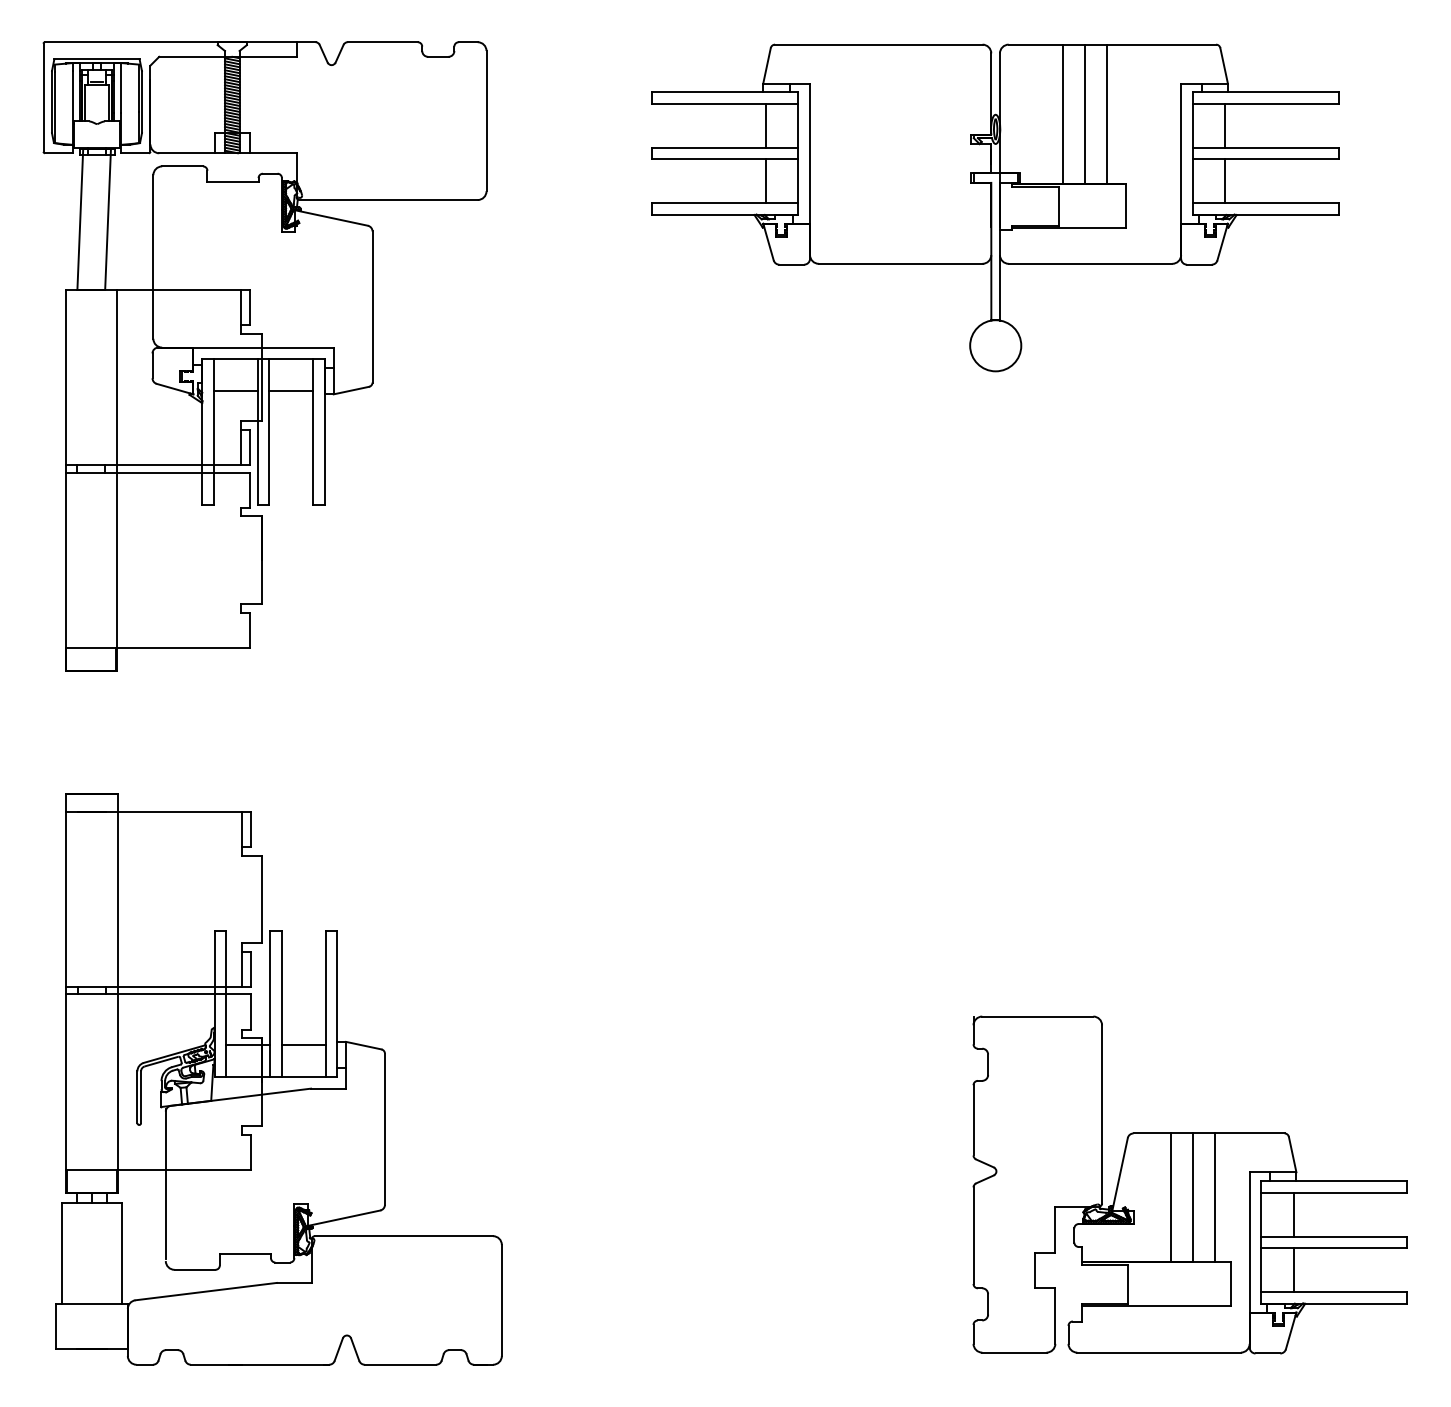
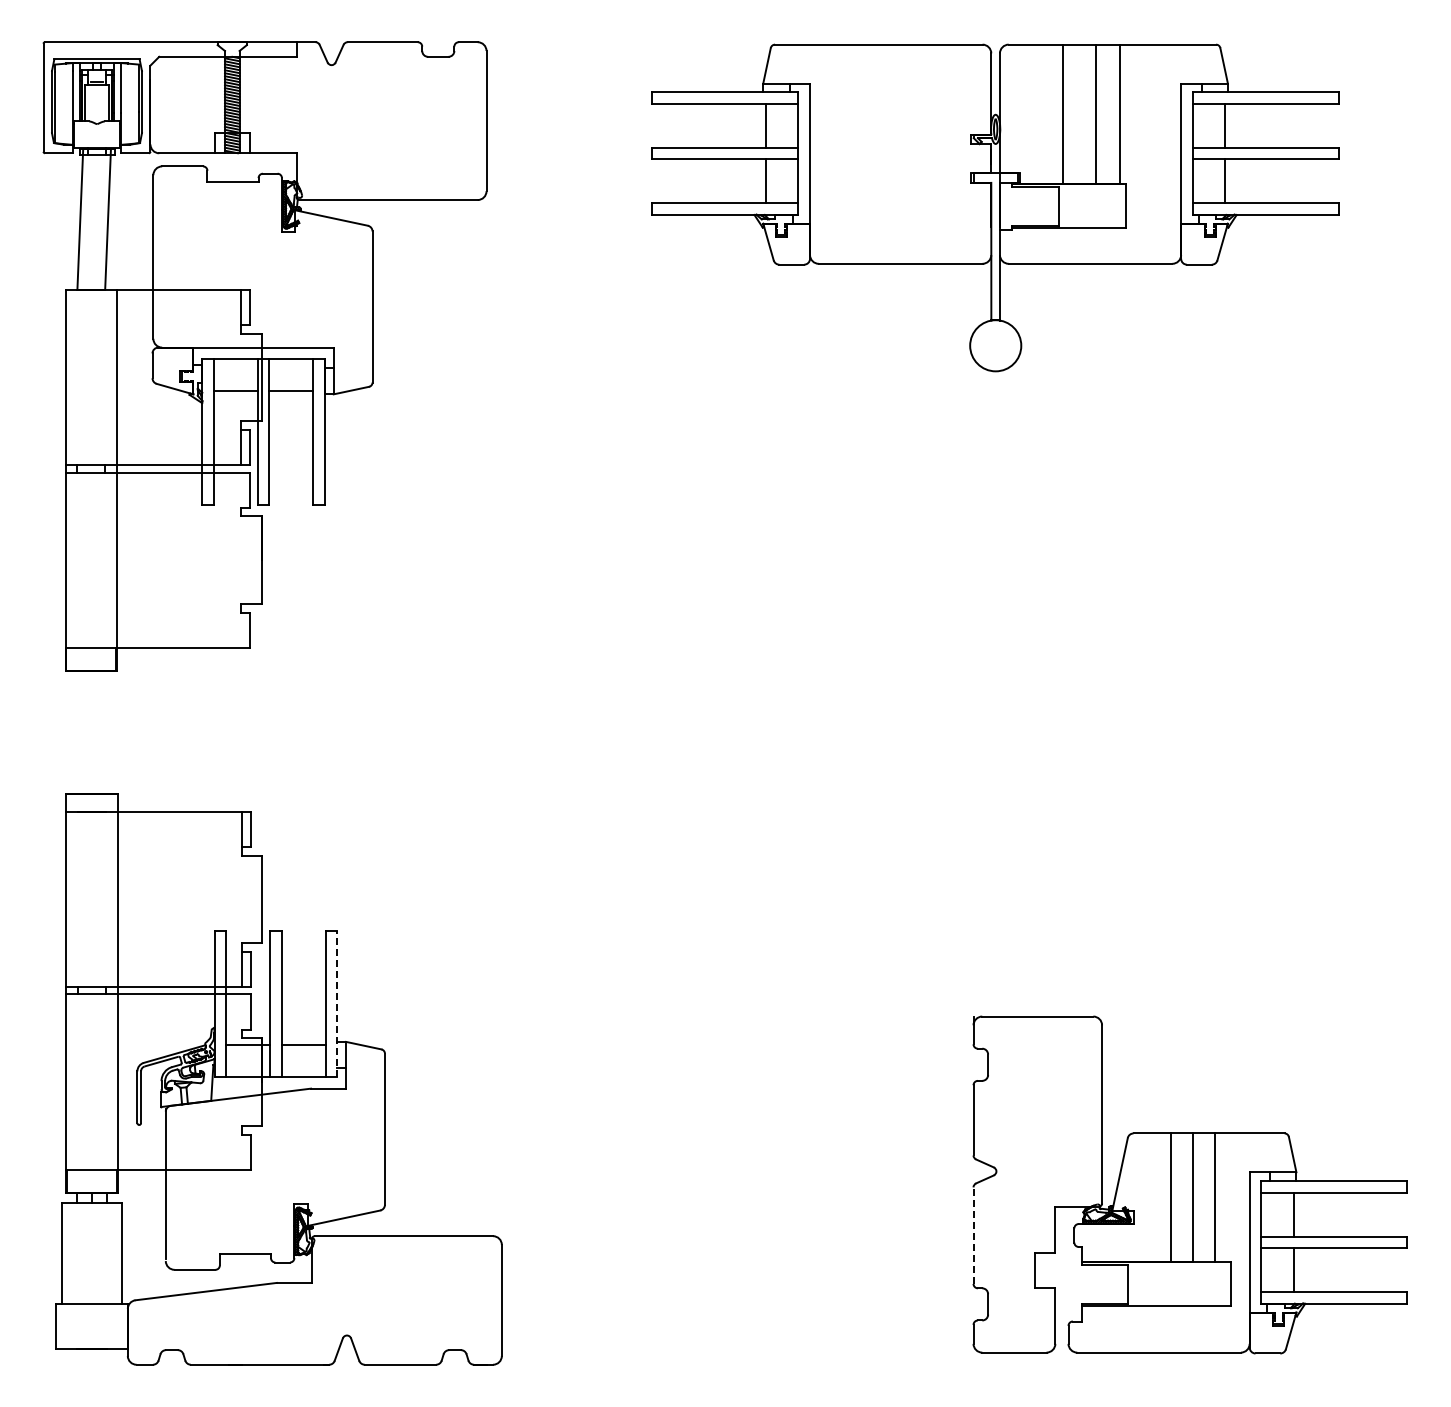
line at (1084, 114) position: (1084, 114) -> (1095, 114)
line at (1106, 114) position: (1106, 114) -> (1119, 114)
line at (337, 1003): solid -> dashed
line at (973, 1235): solid -> dashed
